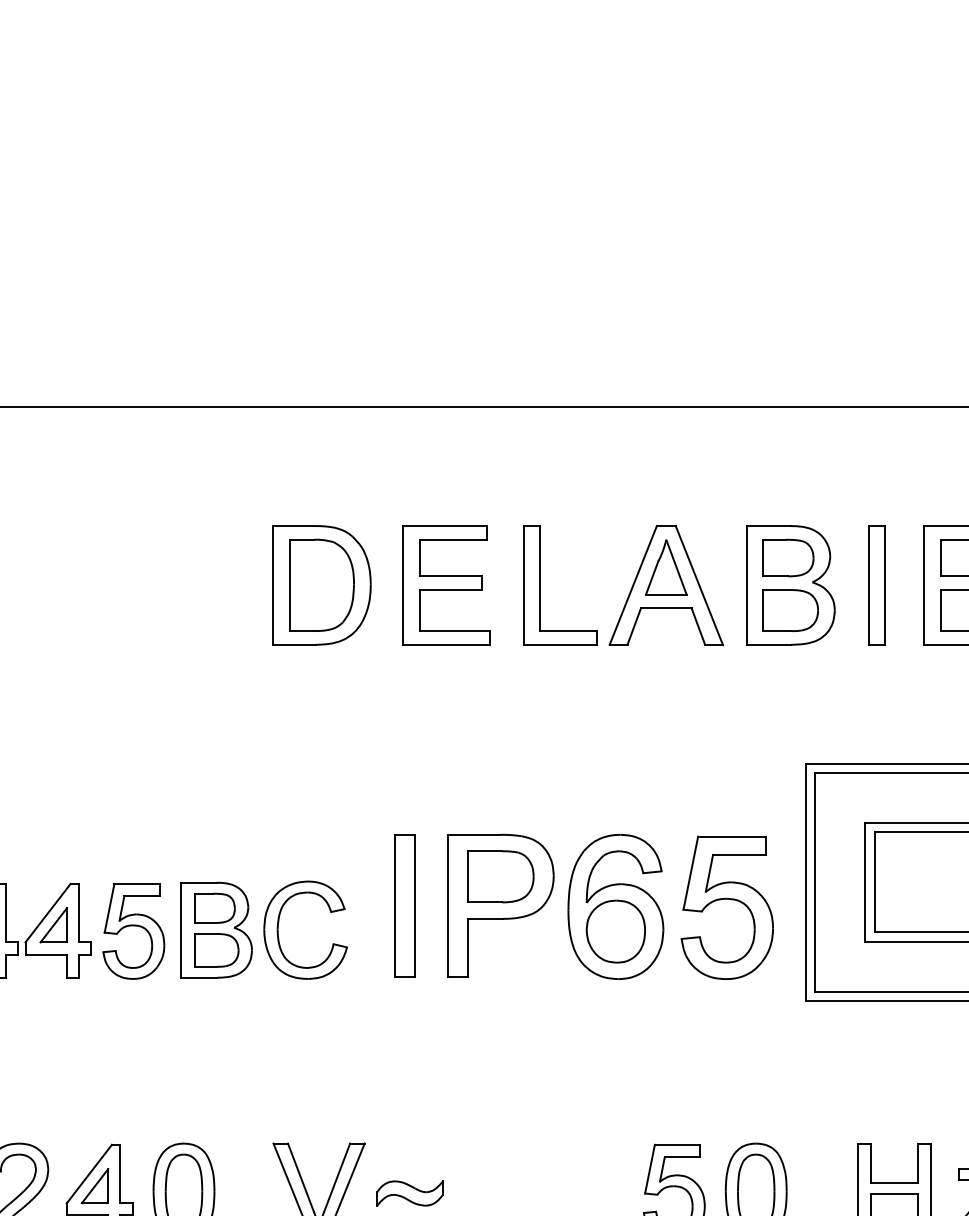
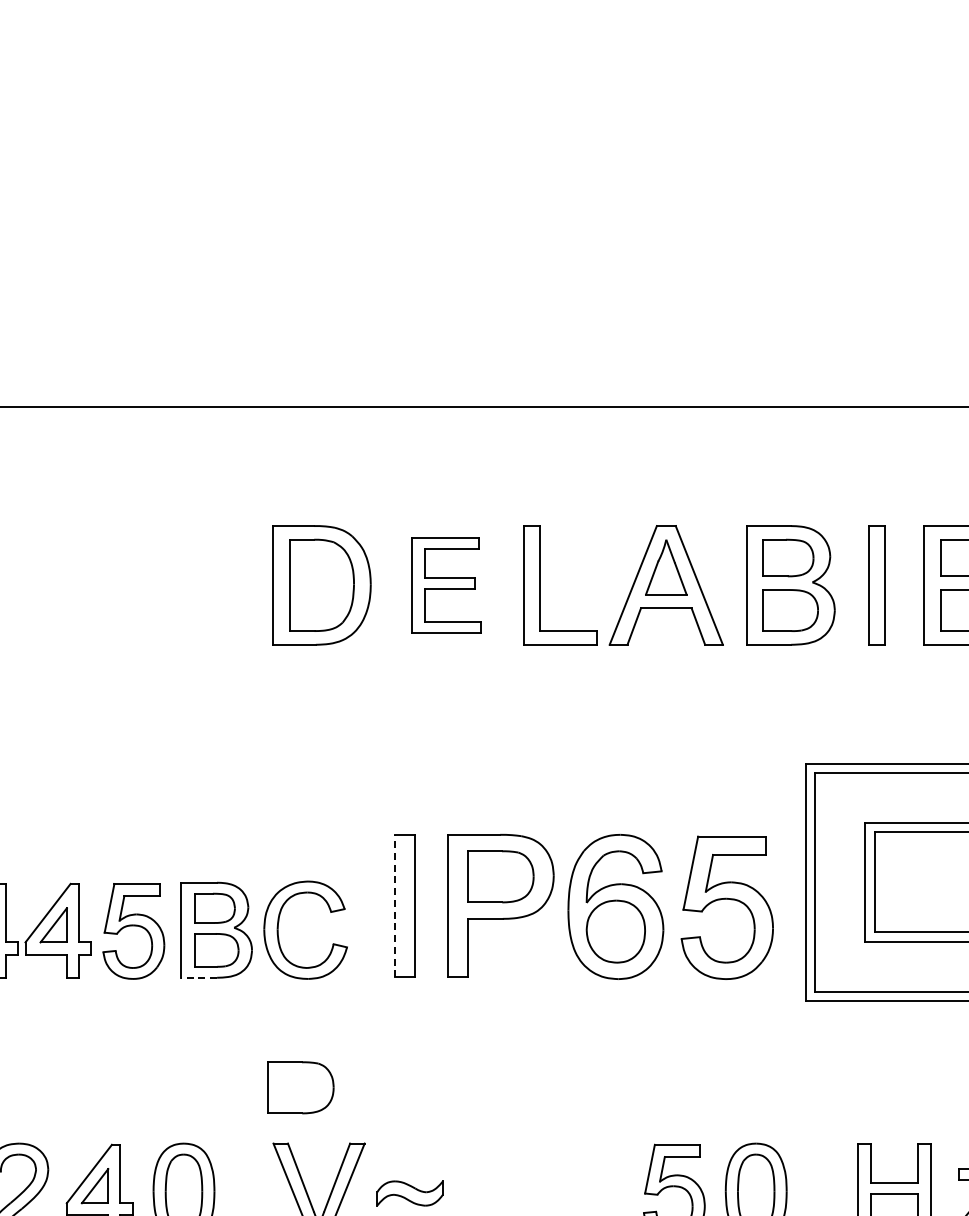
part at (446, 585) size: 89x121 px -> 71x97 px
line at (394, 905): solid -> dashed
line at (199, 977): solid -> dashed
part at (300, 1087): none -> present
